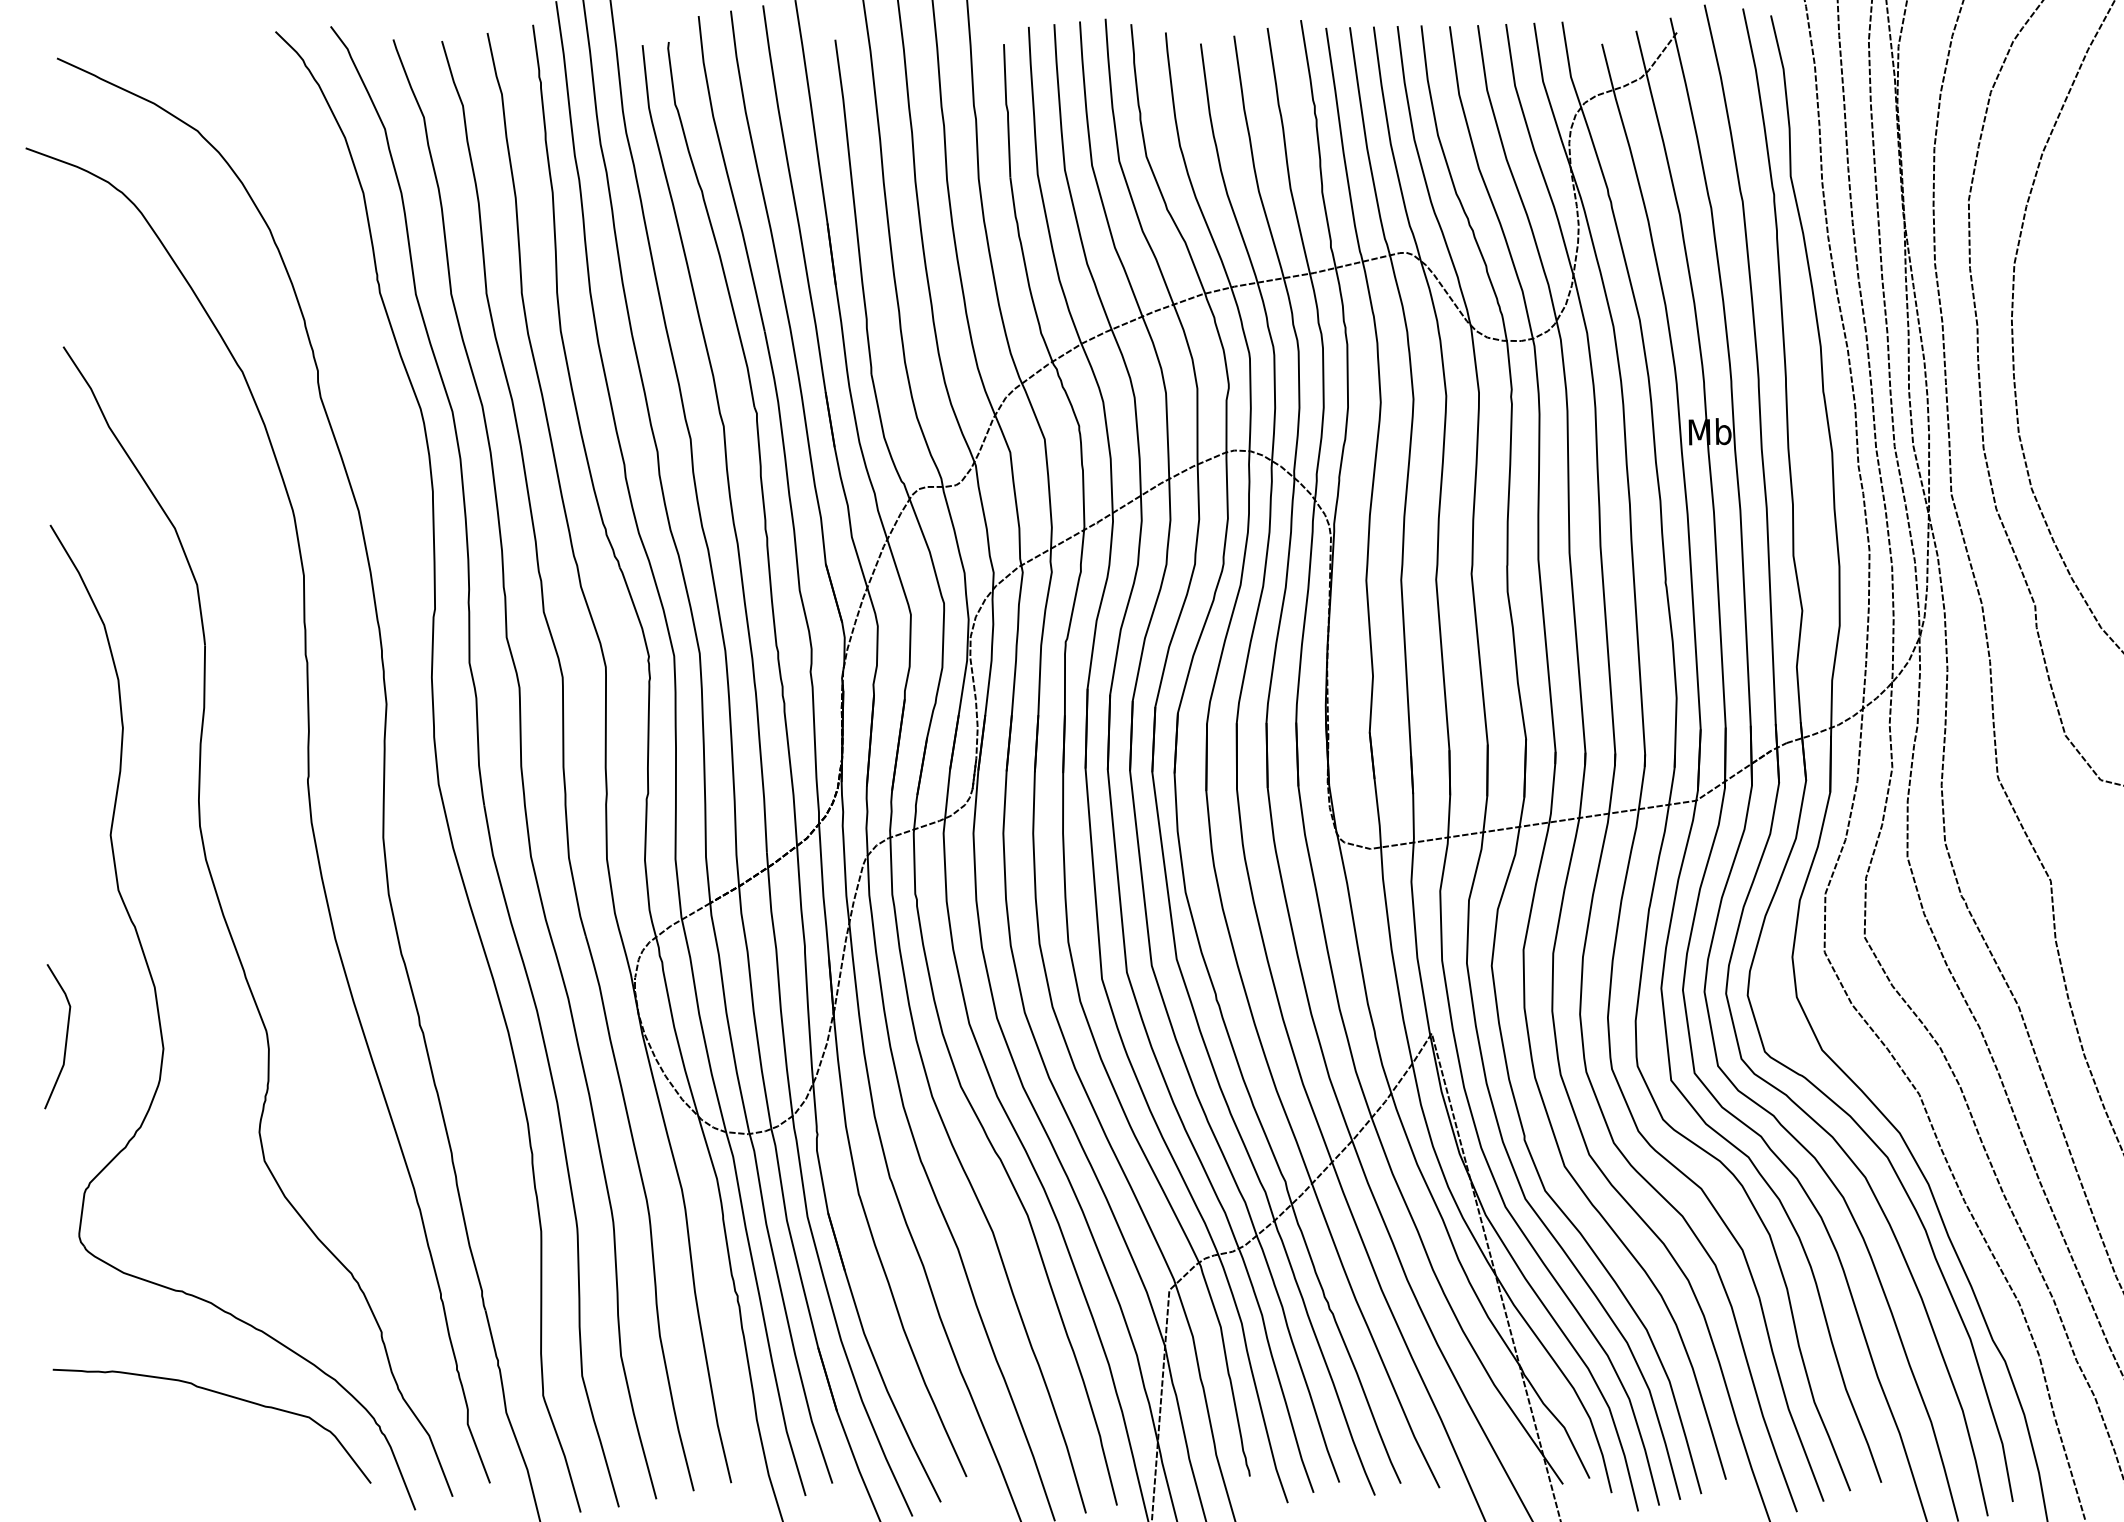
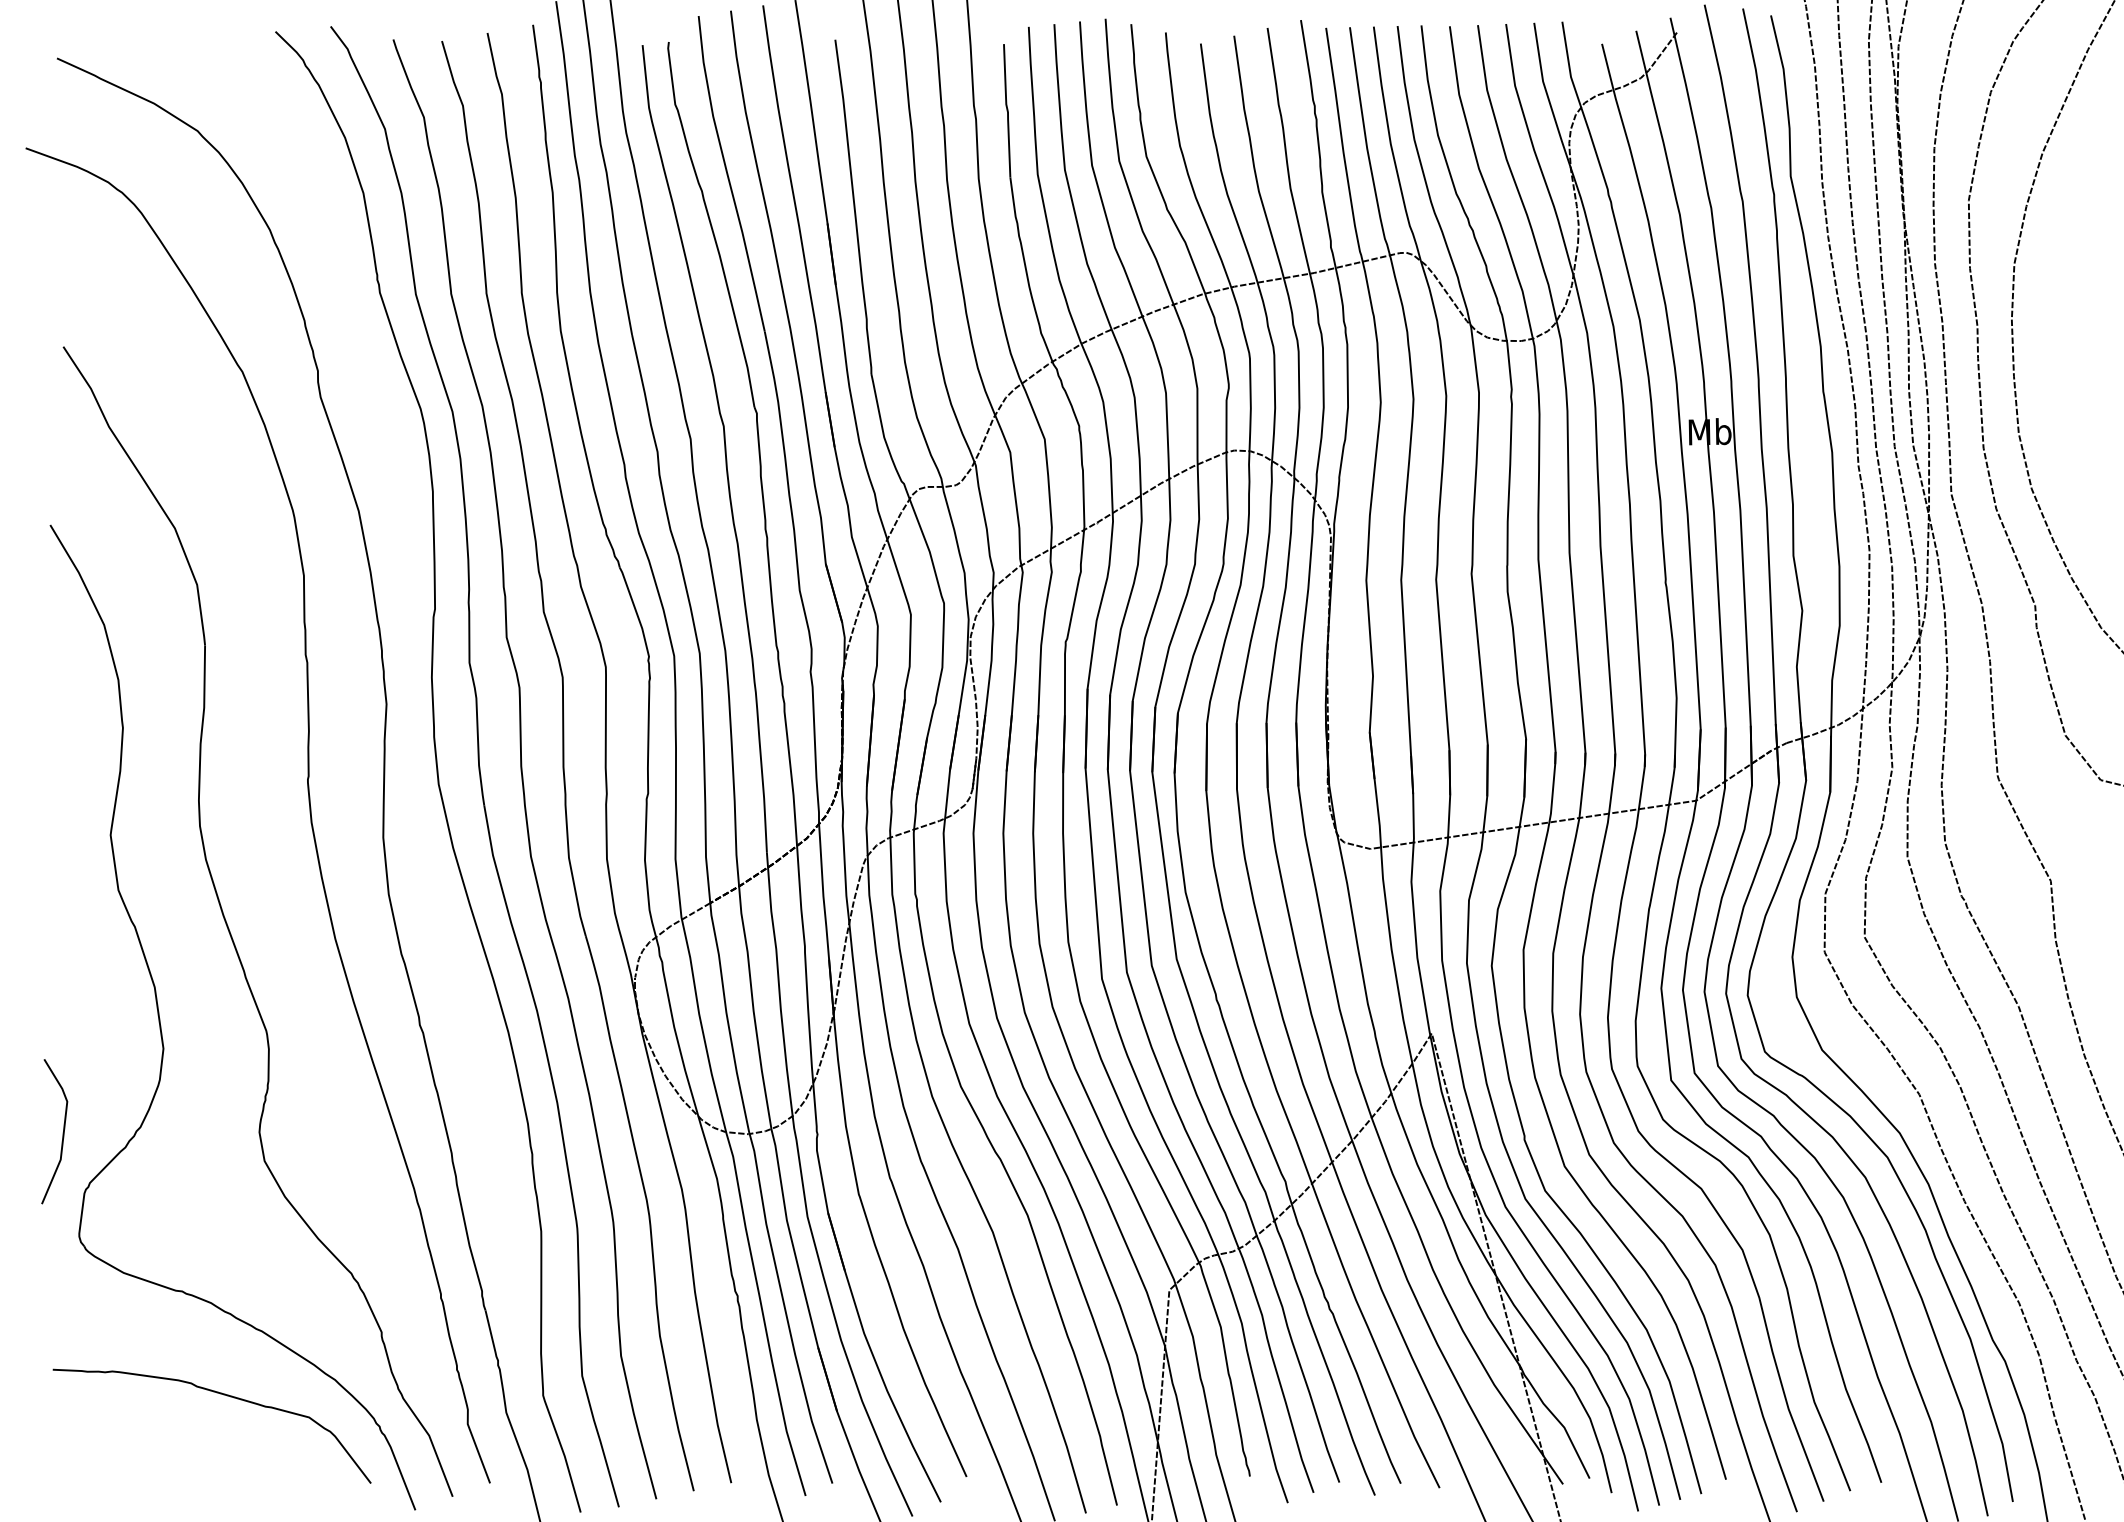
line at (65, 1037) position: (65, 1037) -> (62, 1132)
